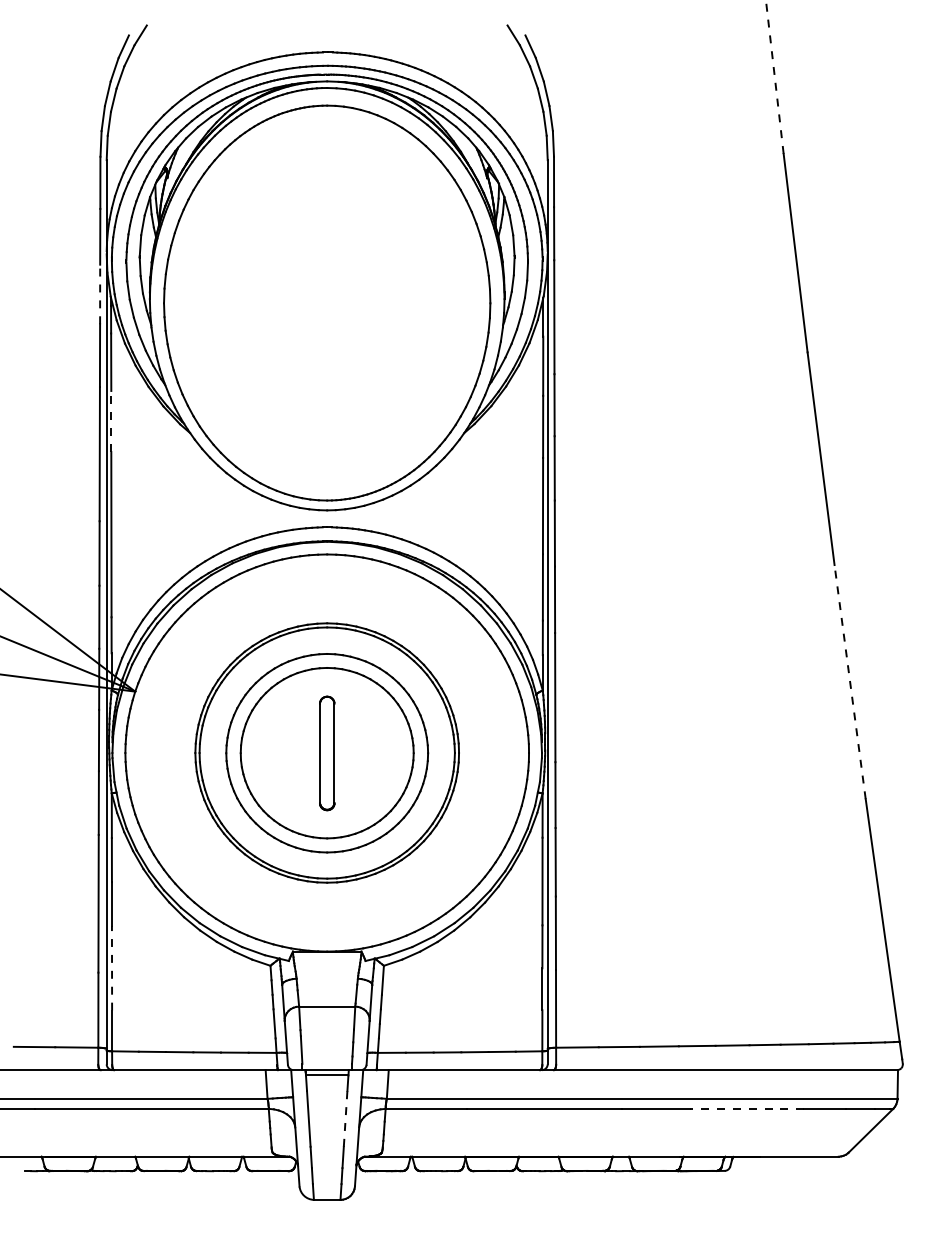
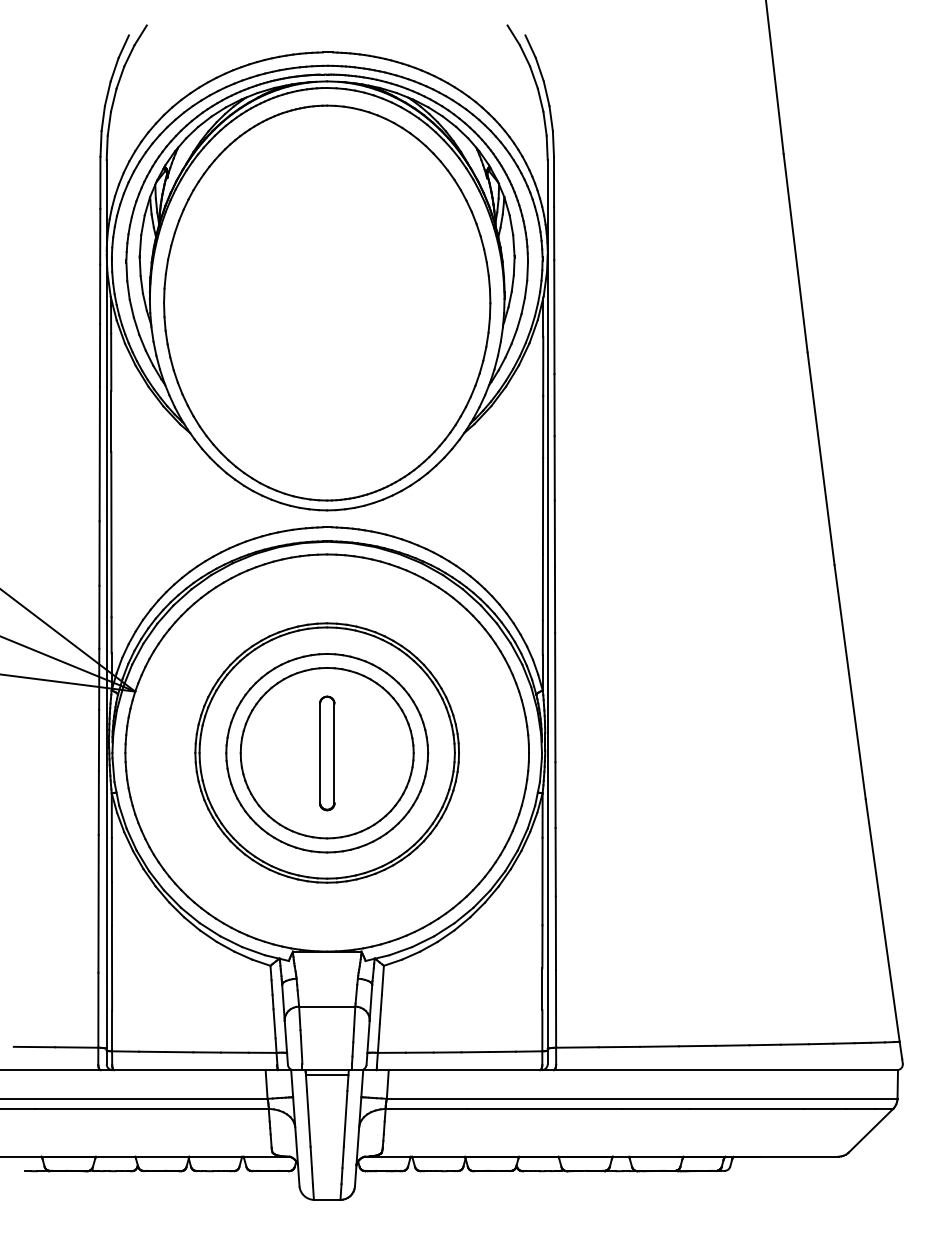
line at (774, 76): dashed -> solid
line at (100, 294): dashed -> solid
line at (111, 421): dashed -> solid
line at (850, 681): dashed -> solid
line at (112, 967): dashed -> solid
line at (747, 1108): dashed -> solid
line at (345, 1118): dashed -> solid
